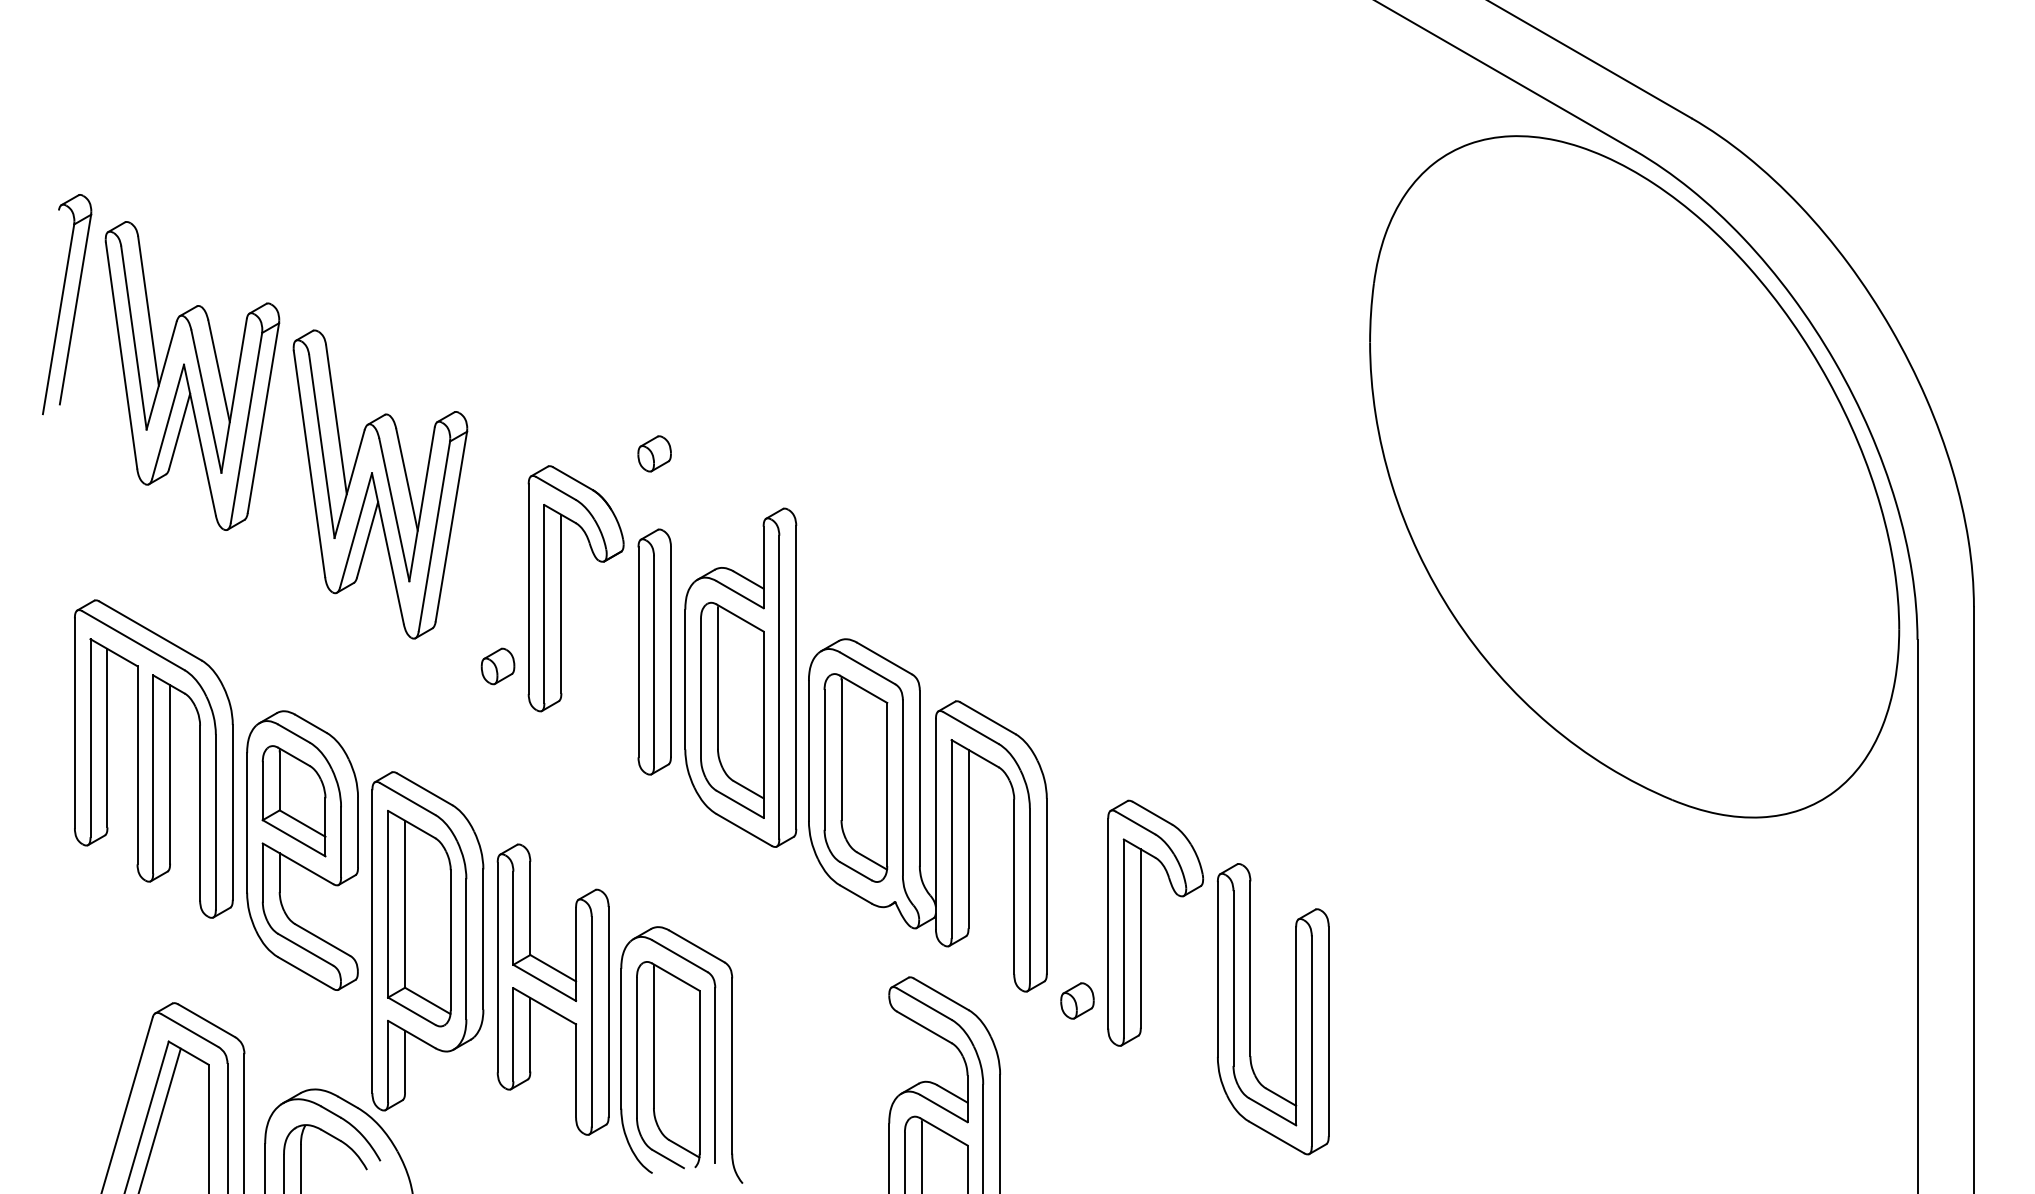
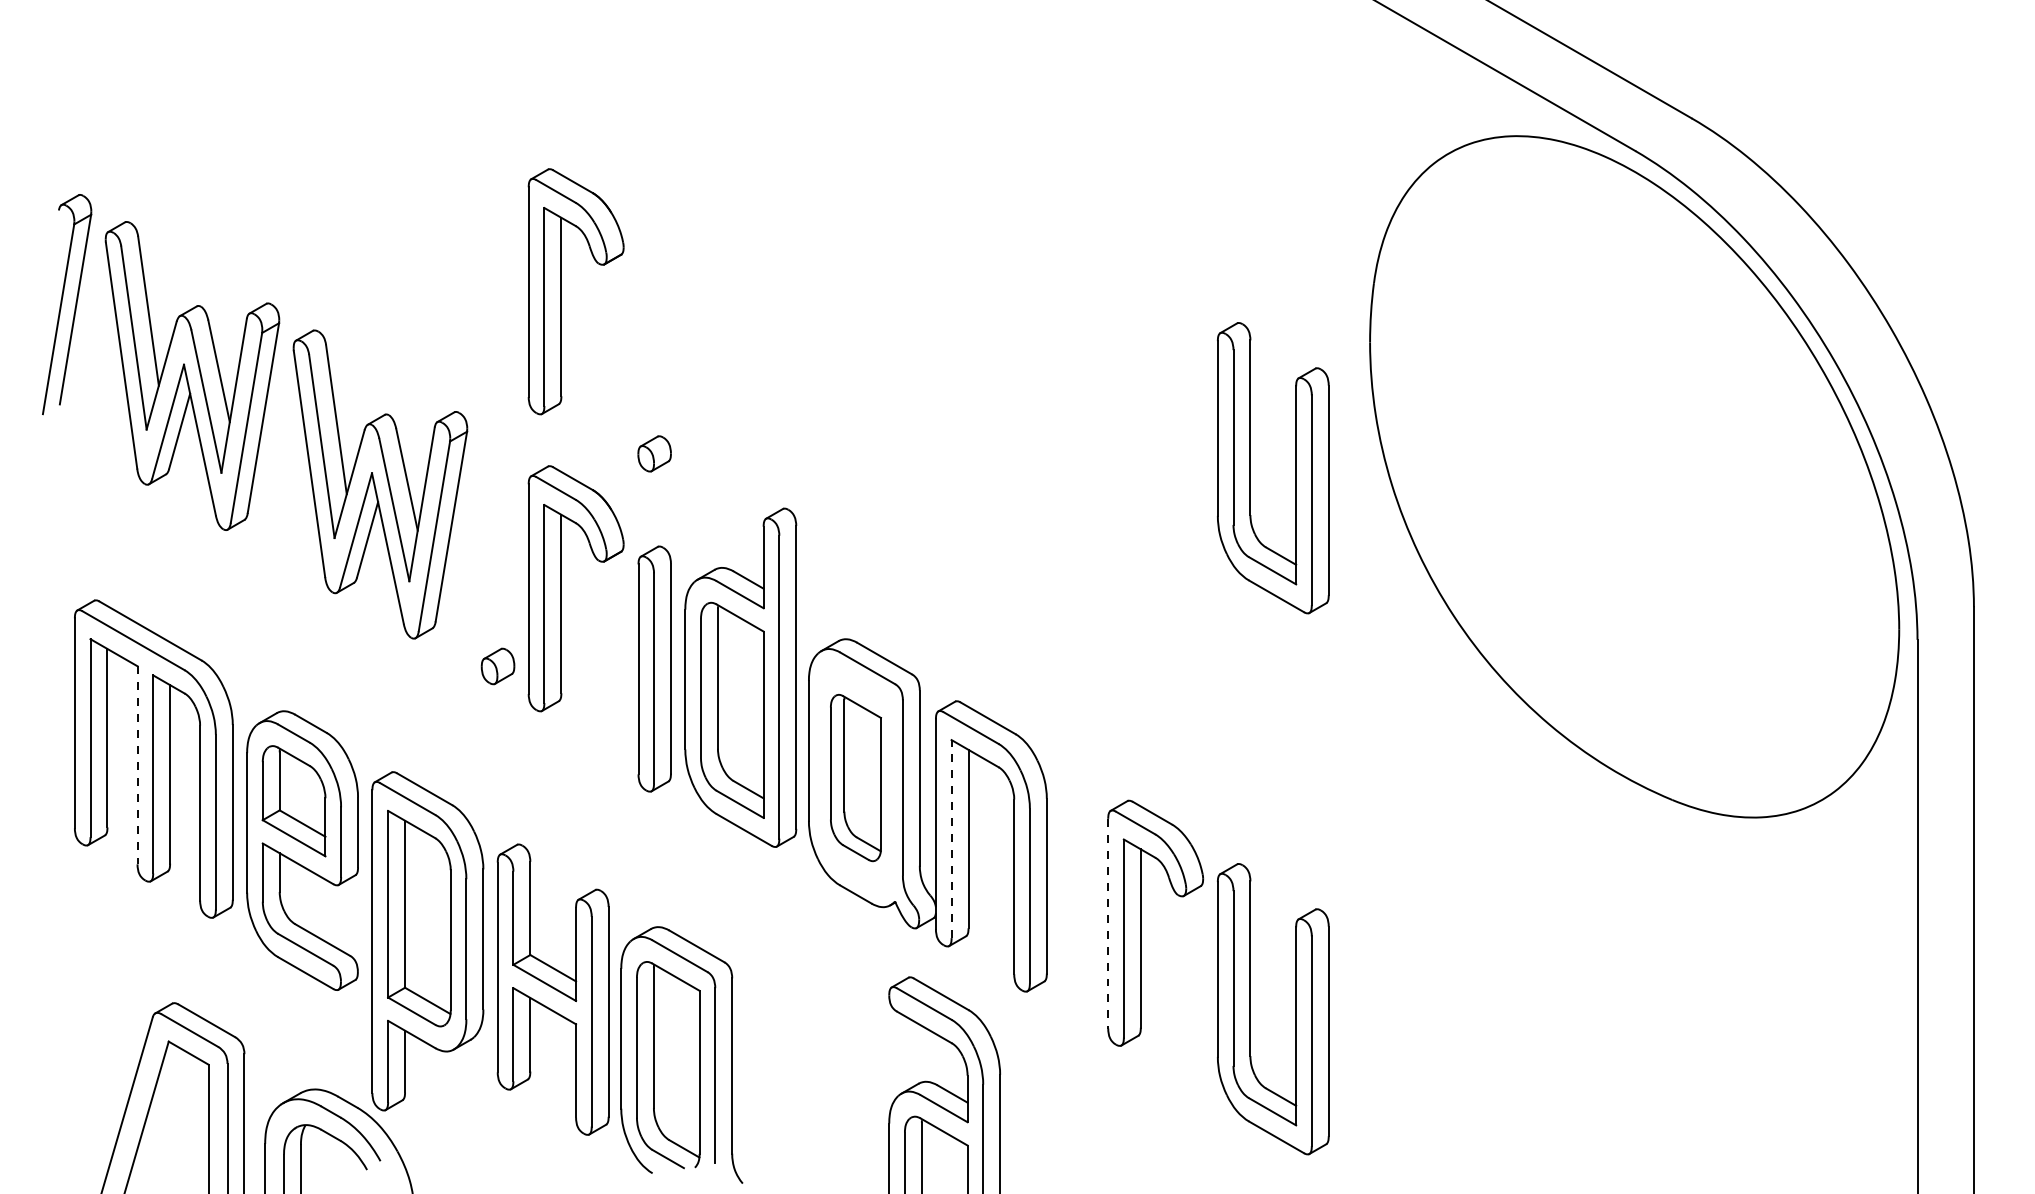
part at (561, 291): none -> present
part at (1295, 468): none -> present
part at (654, 651) position: (654, 651) -> (654, 668)
line at (137, 765): solid -> dashed
part at (855, 777) size: 66x210 px -> 52x169 px
line at (951, 838): solid -> dashed
line at (1108, 923): solid -> dashed
part at (1077, 1000): present -> none
line at (159, 1119): present -> none
